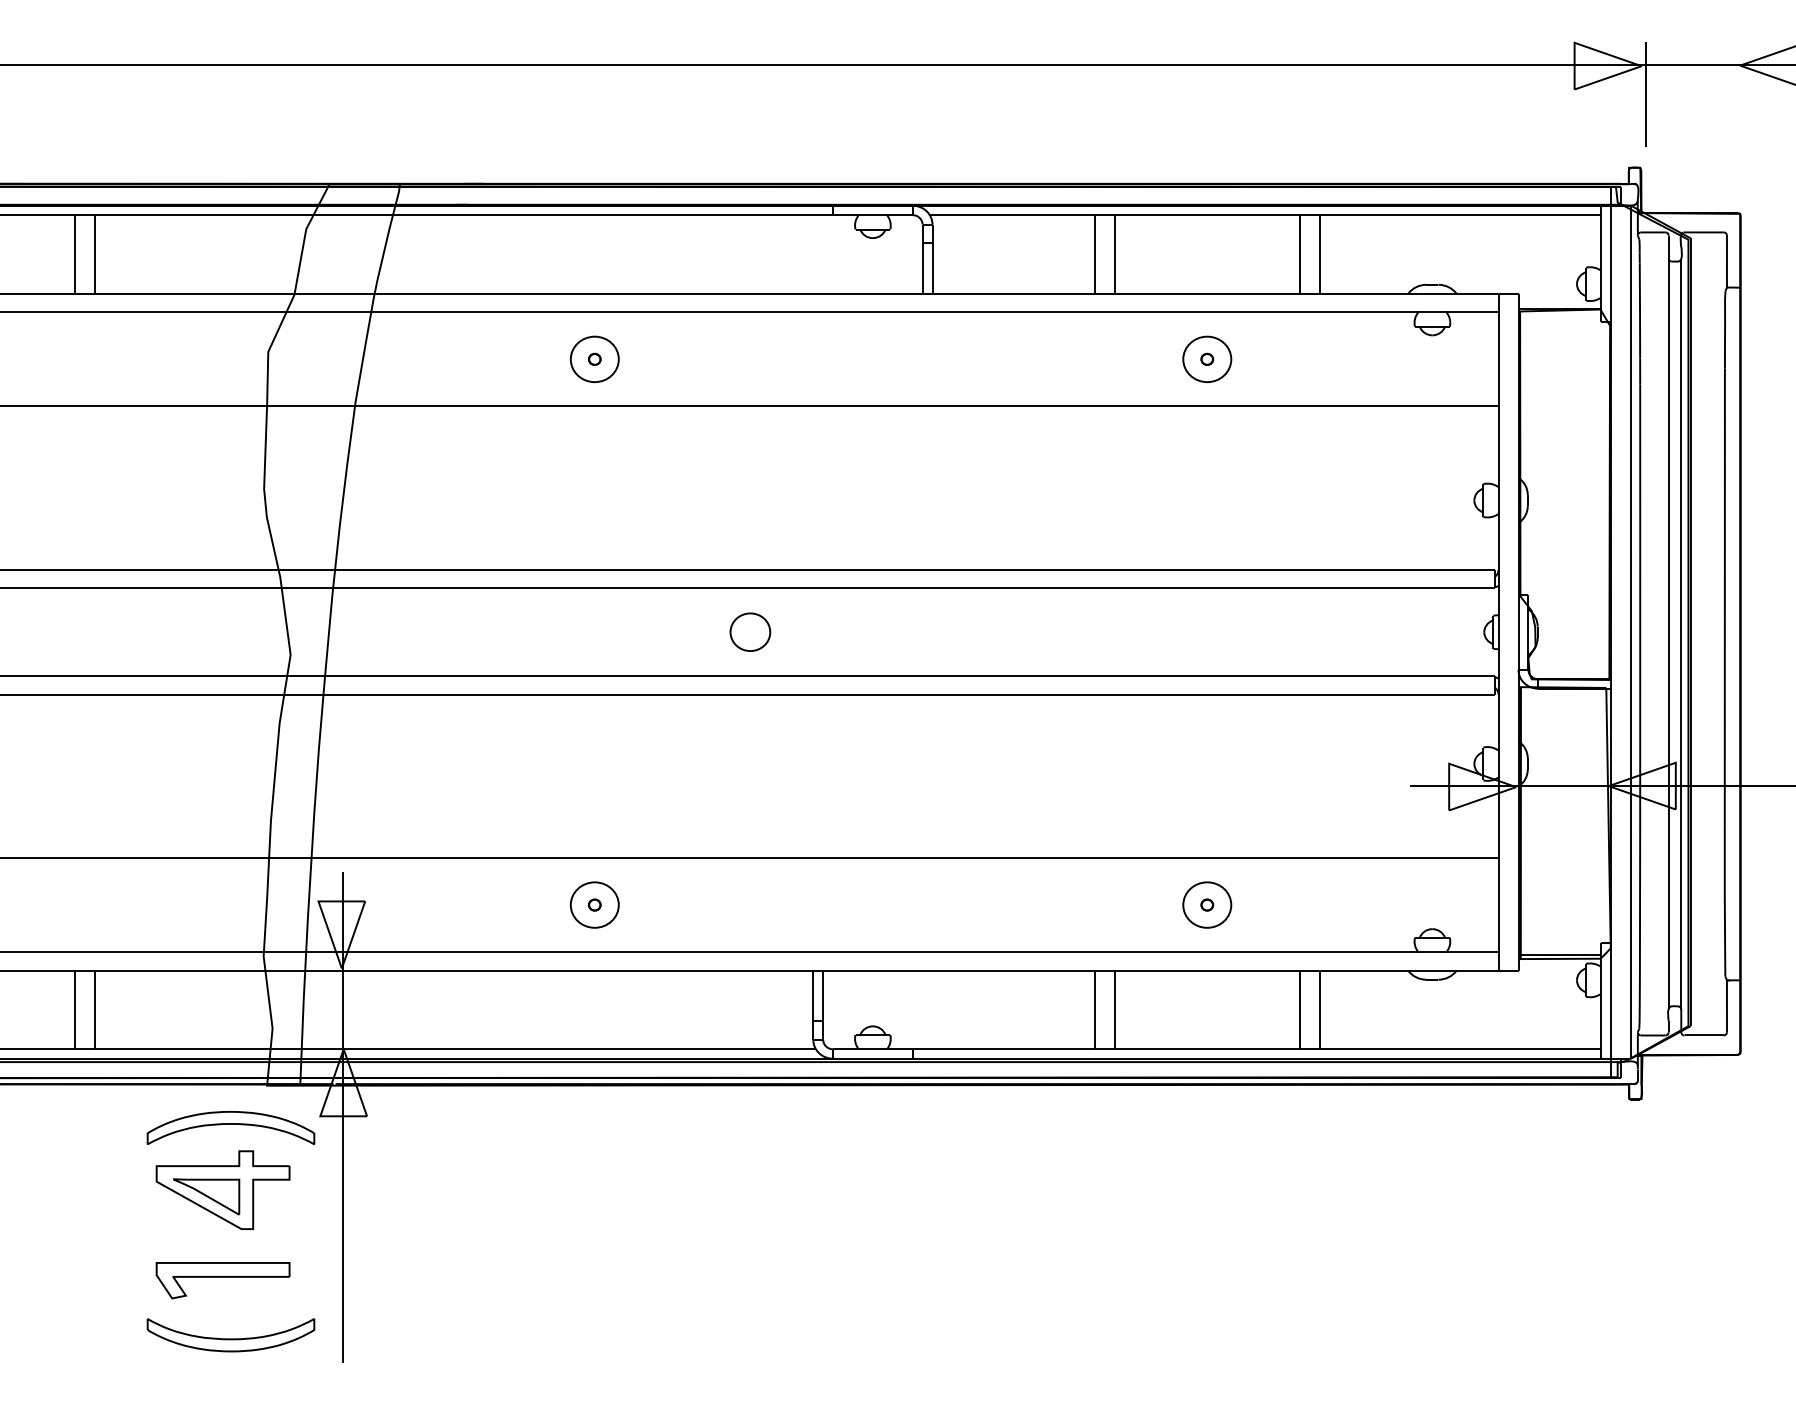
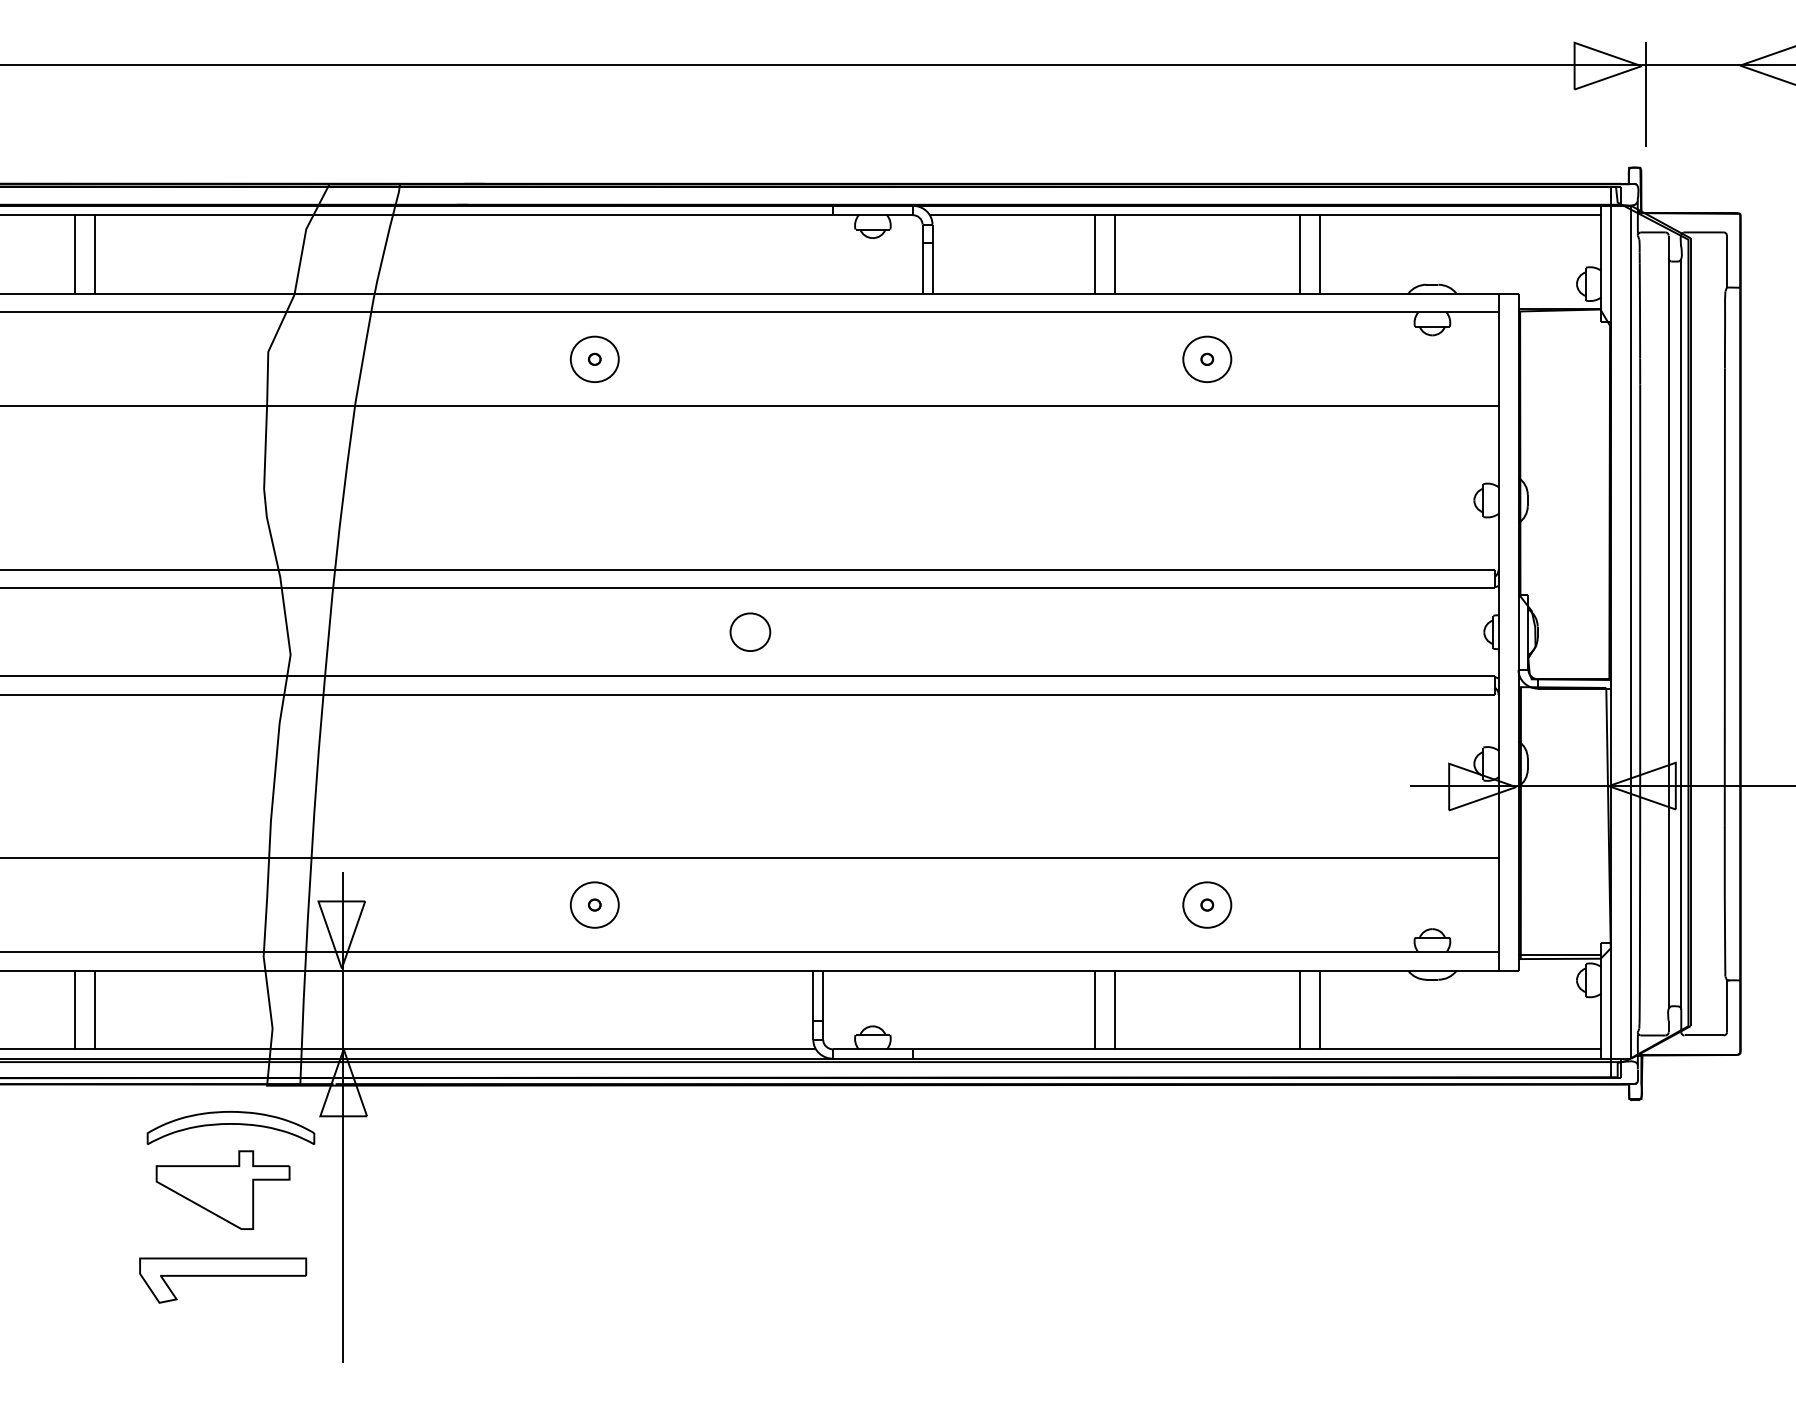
part at (206, 1196): present -> none
part at (222, 1280) size: 136x38 px -> 169x47 px
part at (230, 1335): present -> none
